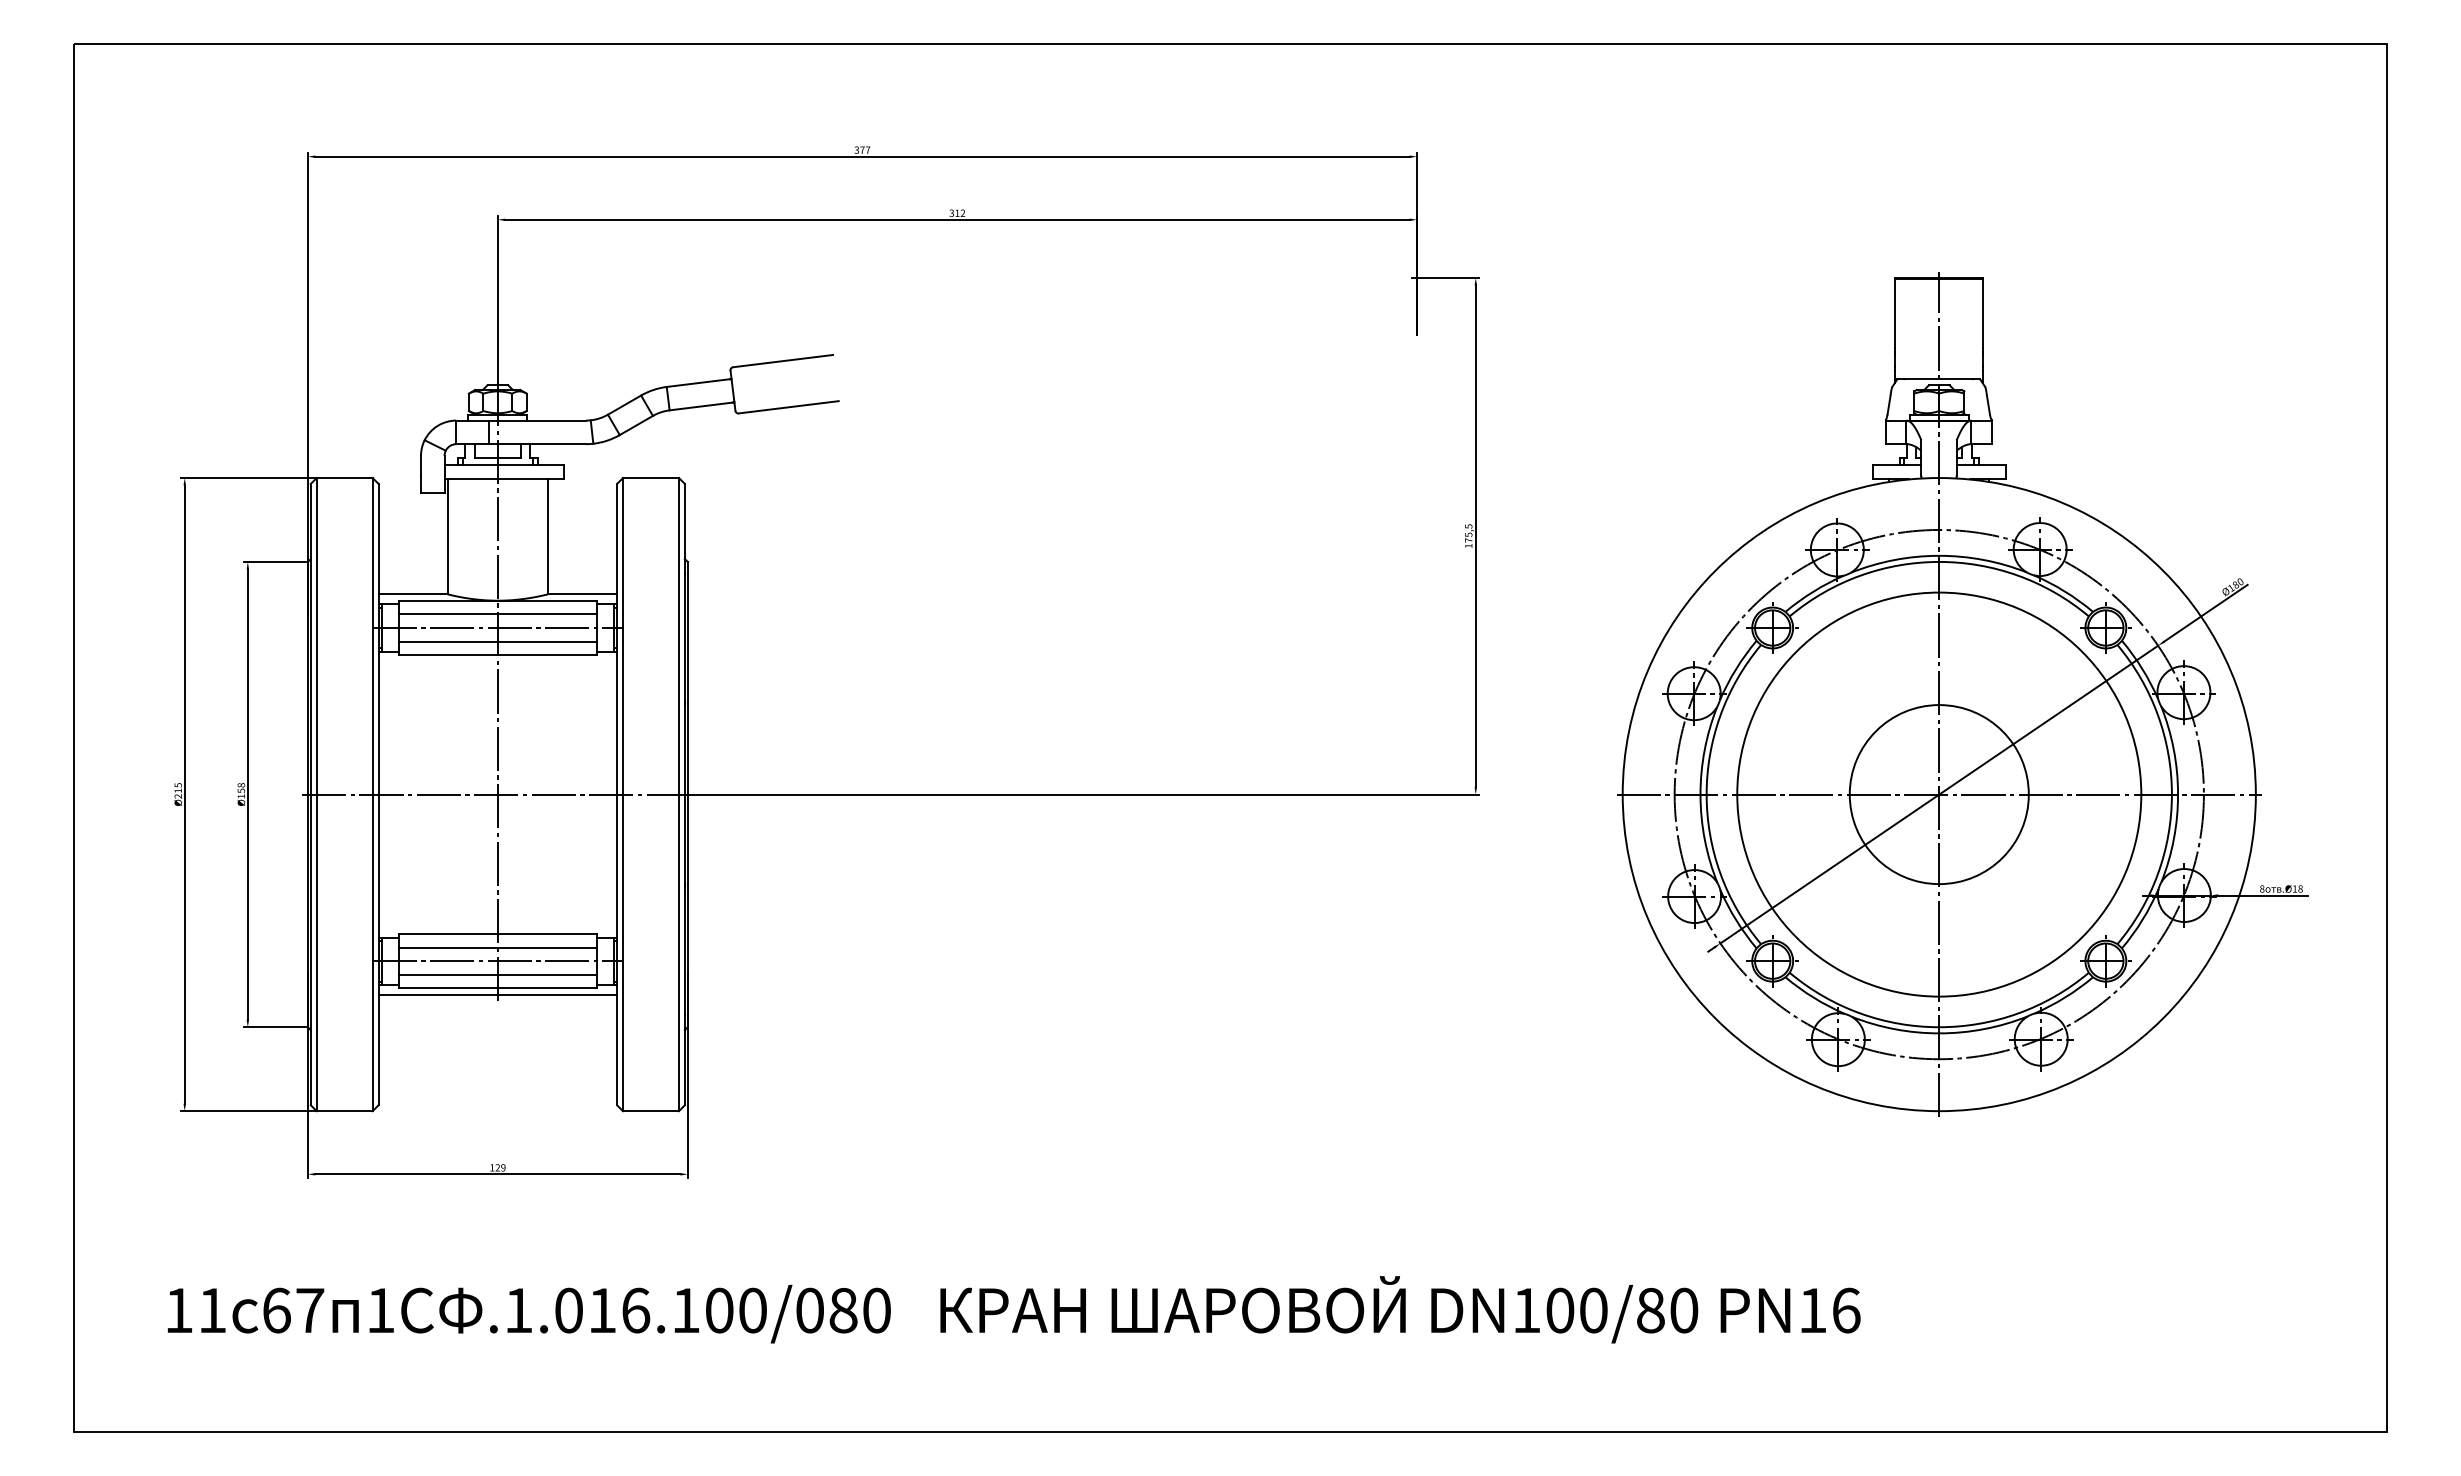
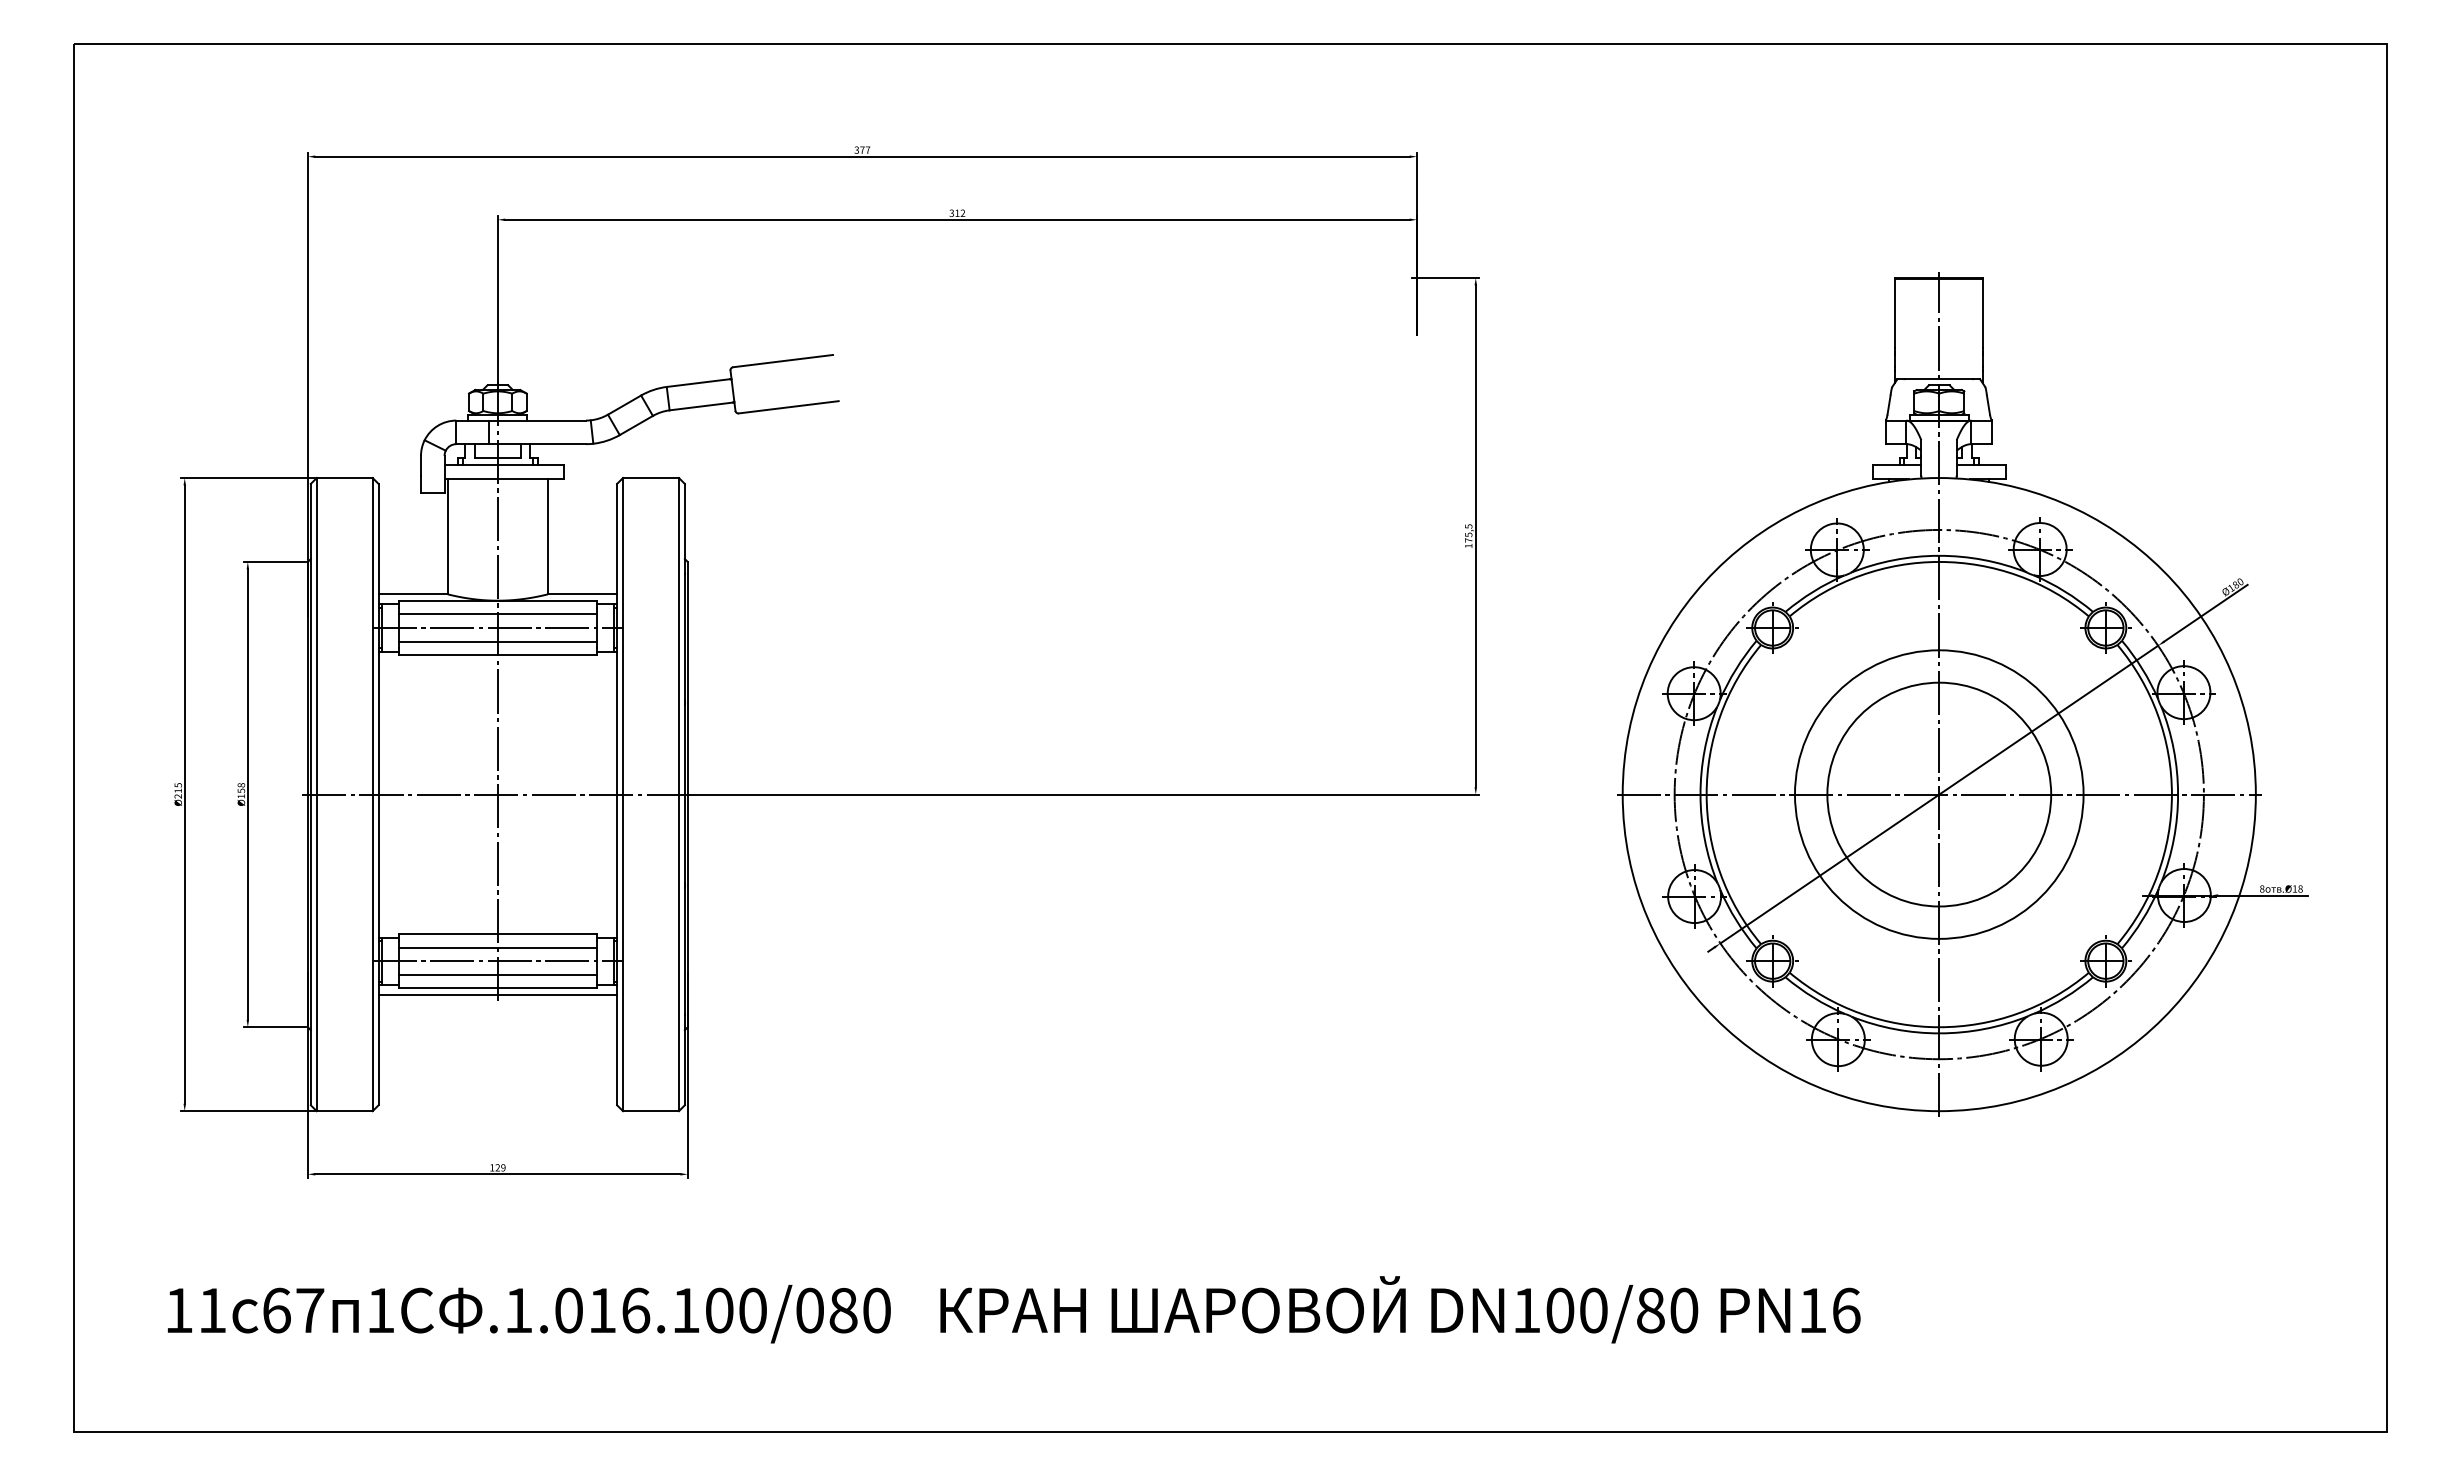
circle at (1938, 794) diameter: 179 px -> 224 px
circle at (1939, 794) diameter: 404 px -> 289 px
